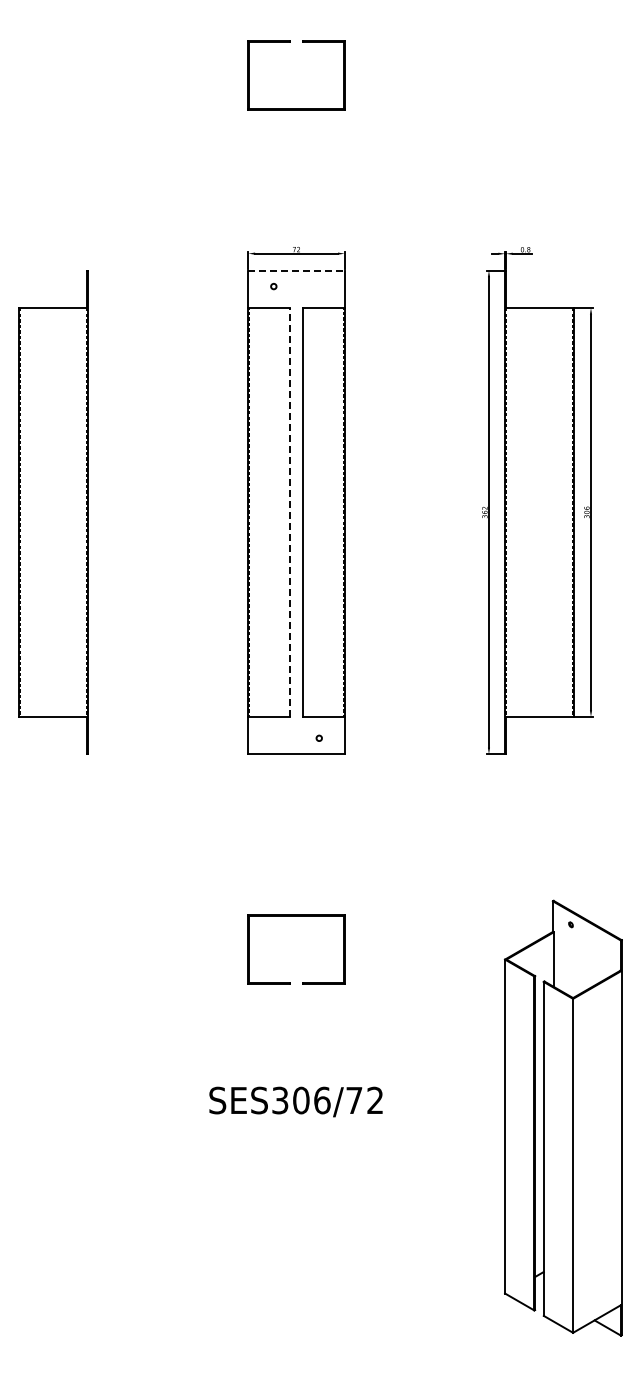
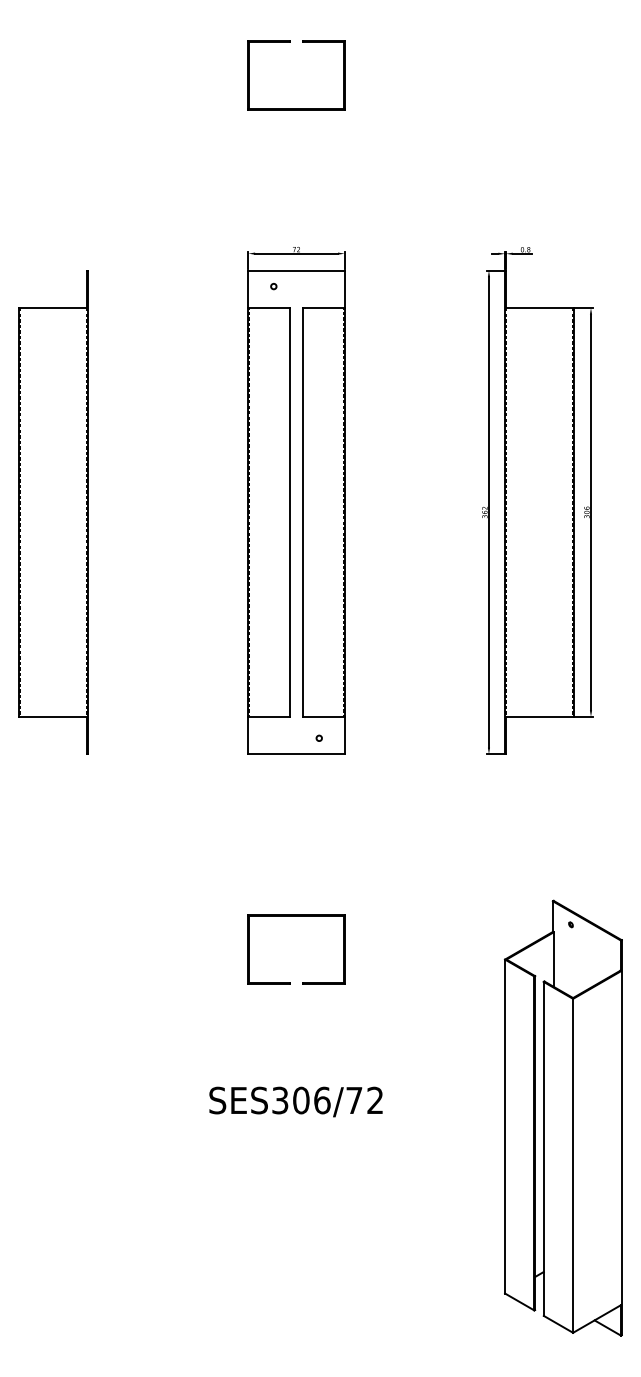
line at (297, 270): dashed -> solid
line at (289, 512): dashed -> solid
